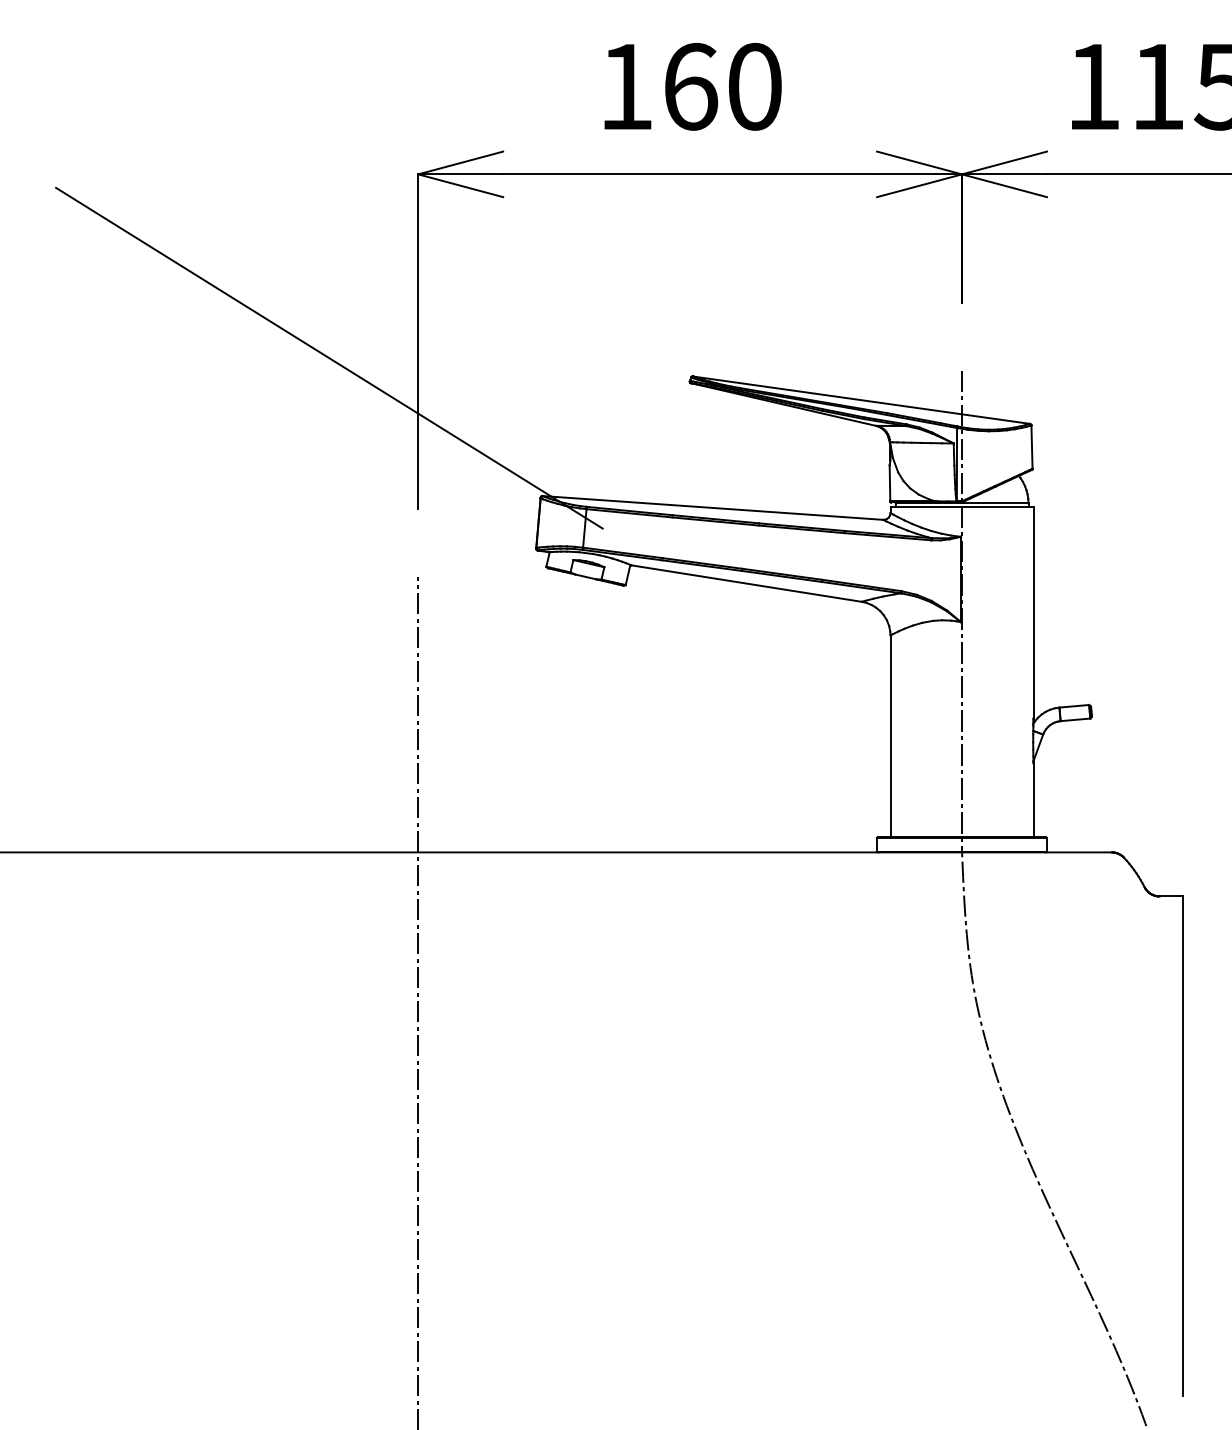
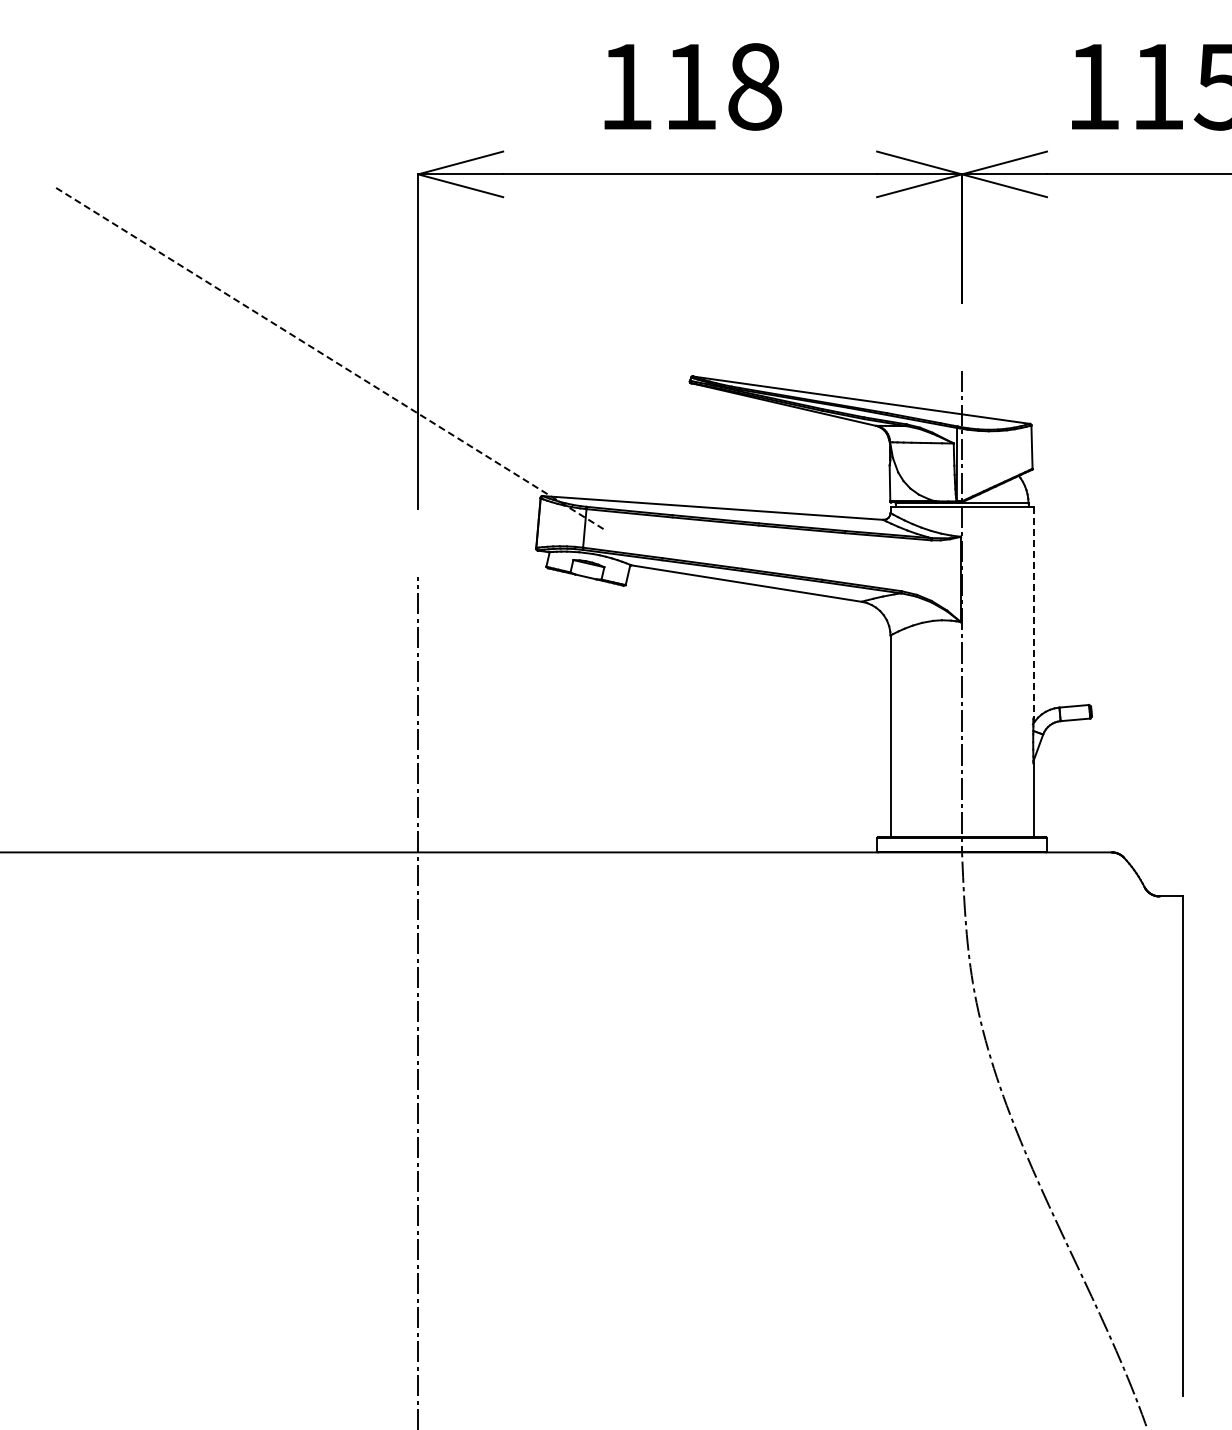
text at (723, 86): 160 -> 118
line at (328, 357): solid -> dashed
line at (1033, 613): solid -> dashed
